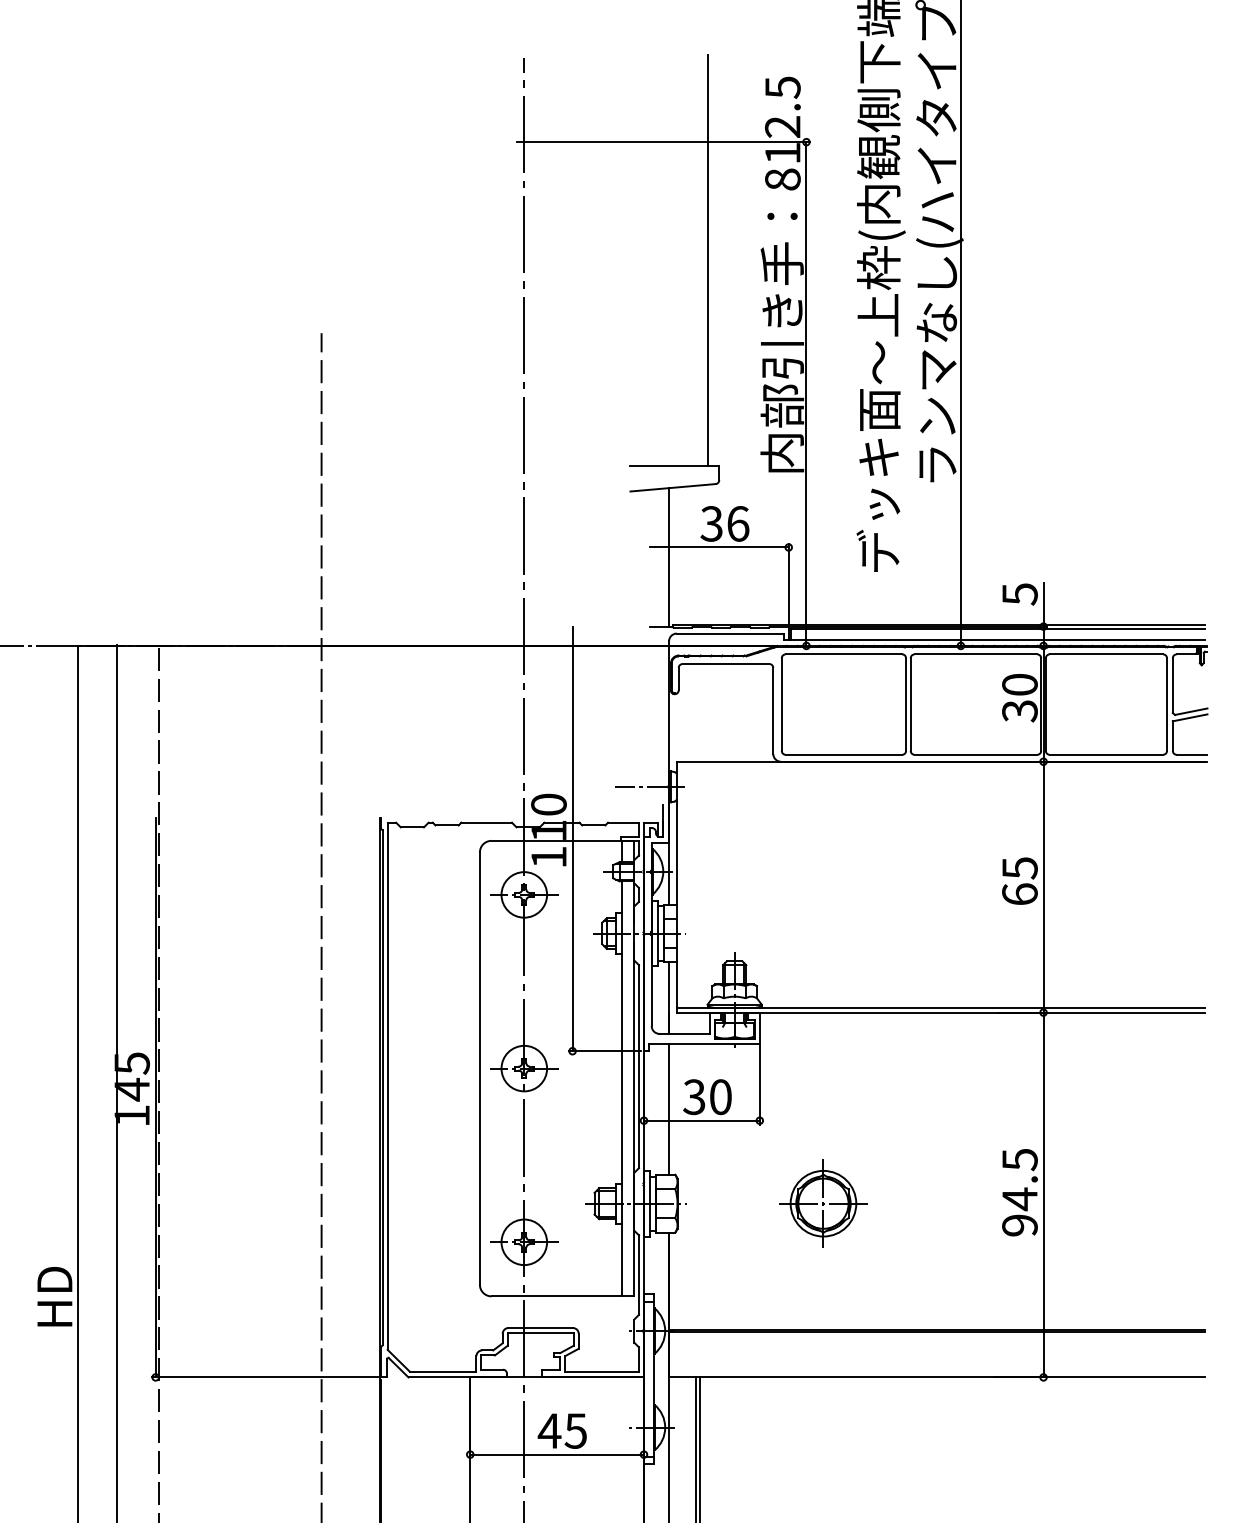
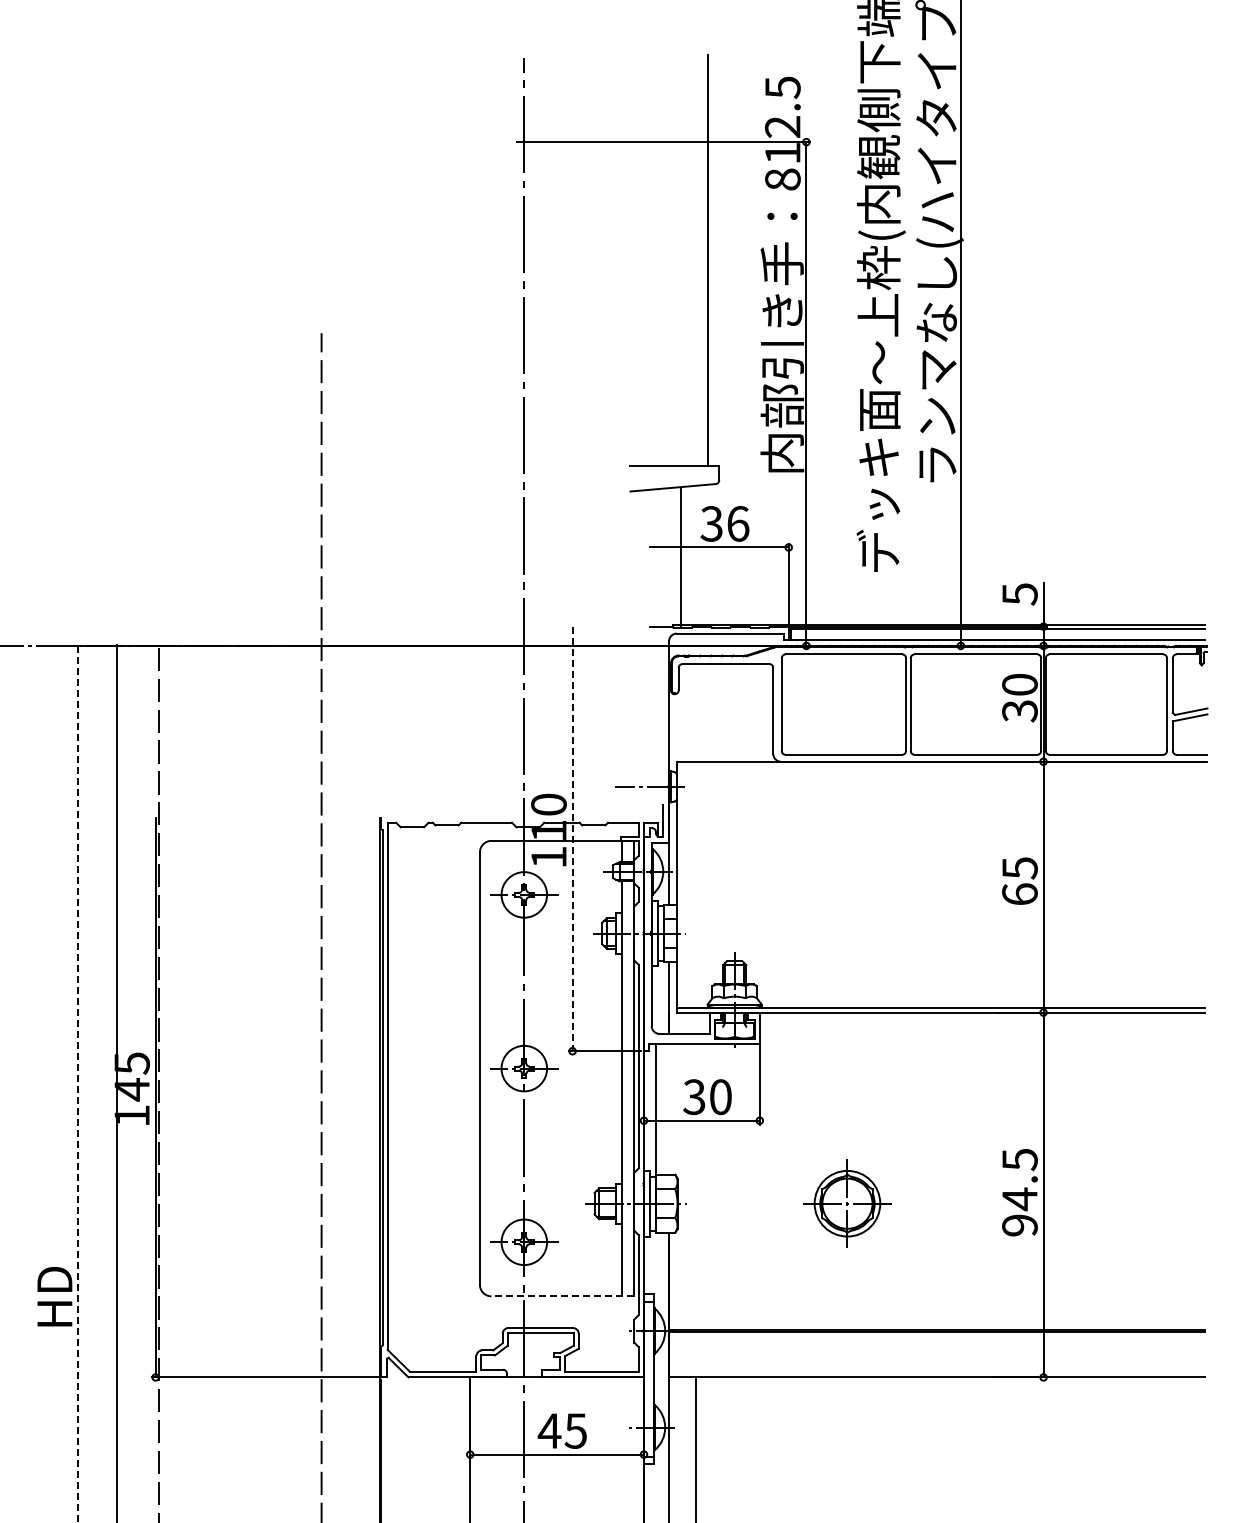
line at (669, 557) position: (669, 557) -> (681, 557)
line at (572, 839): solid -> dashed
line at (78, 1084): solid -> dashed
line at (669, 1108) position: (669, 1108) -> (656, 1108)
part at (823, 1203) position: (823, 1203) -> (847, 1203)
line at (562, 1296): solid -> dashed
line at (699, 1448): present -> none
